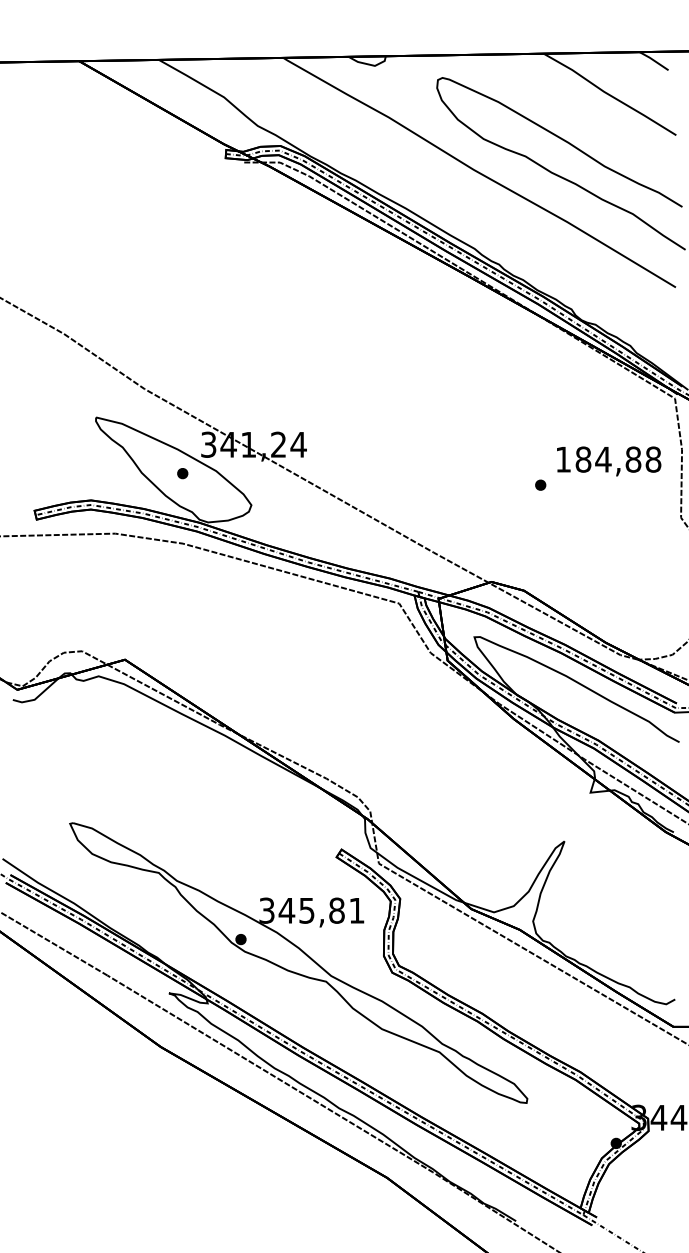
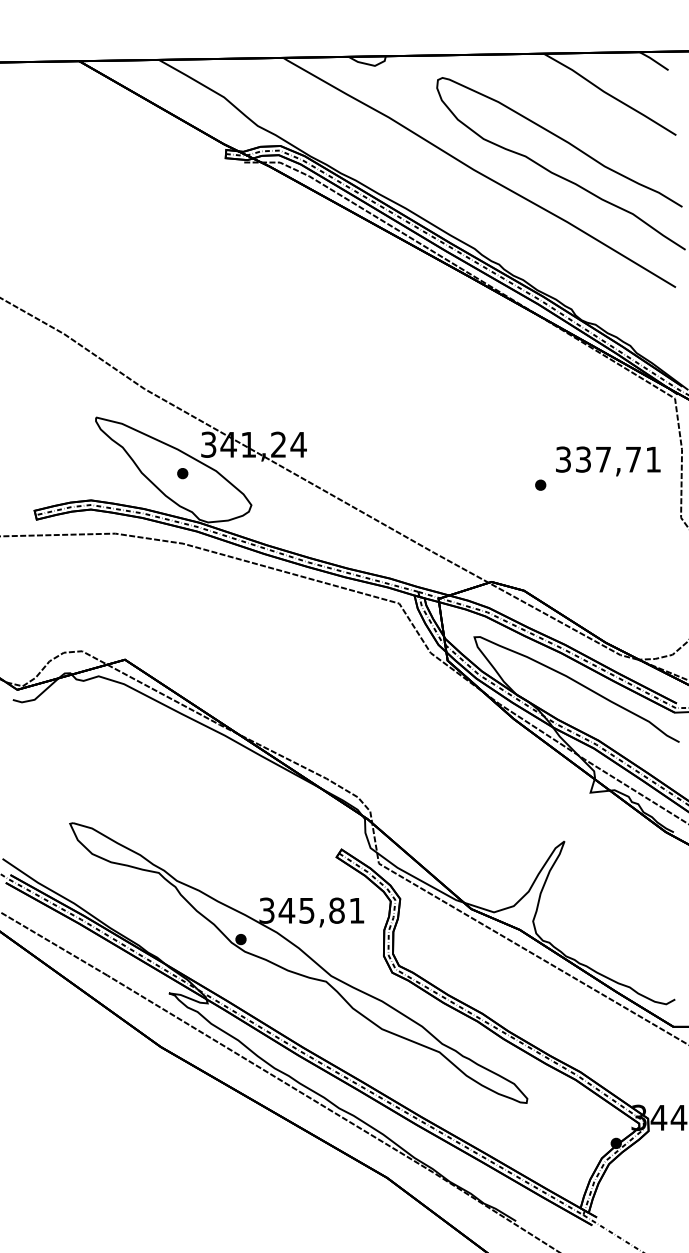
text at (608, 459): 184,88 -> 337,71
